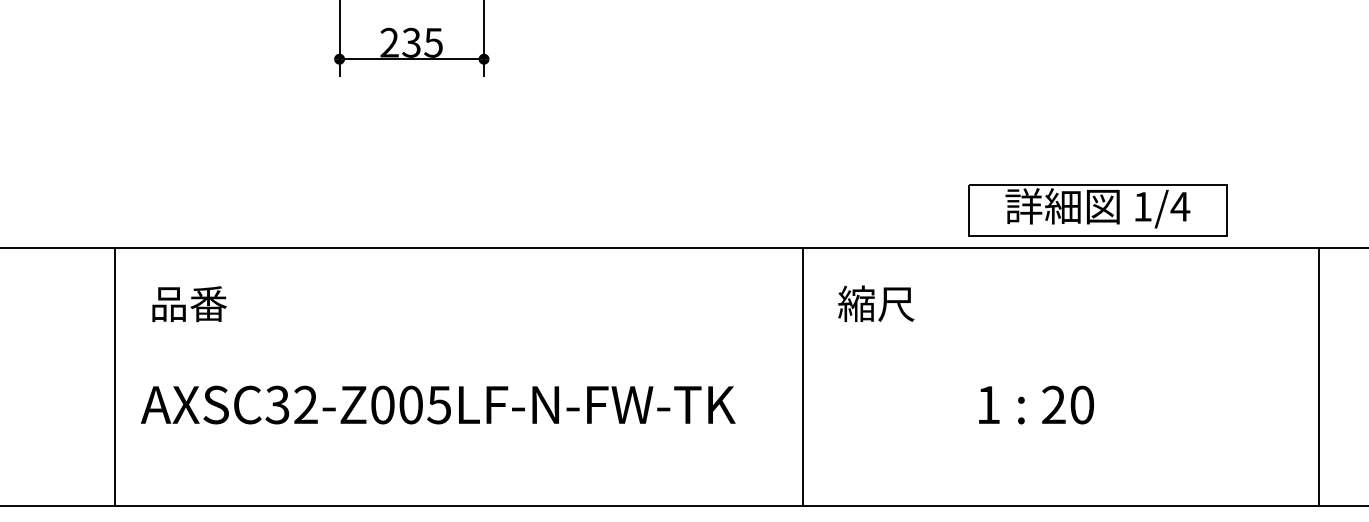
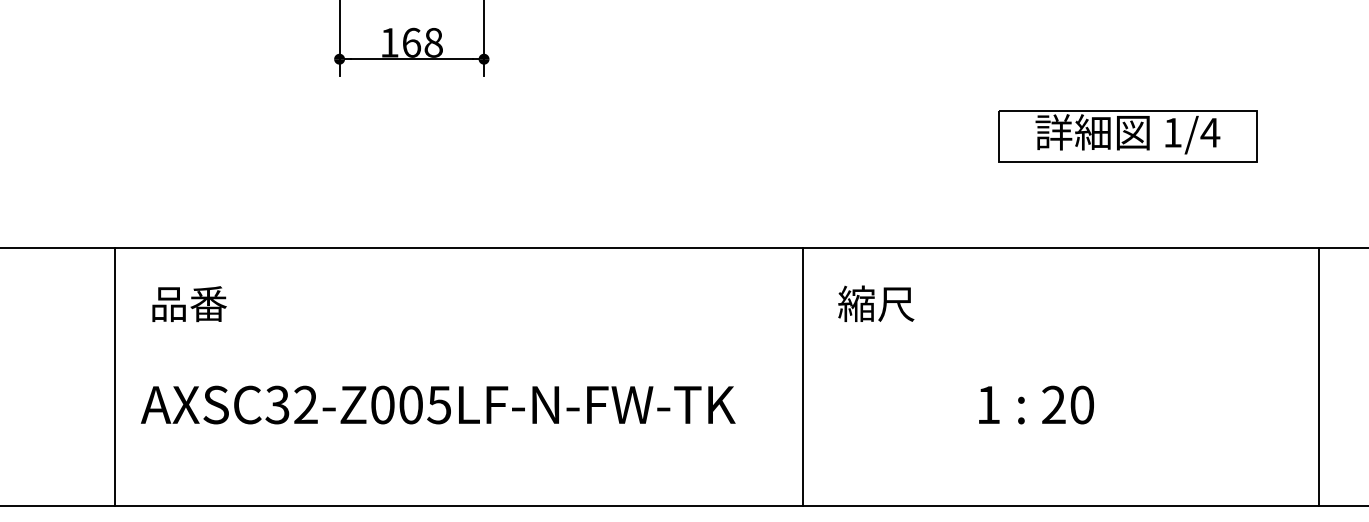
text at (411, 42): 235 -> 168
part at (1097, 210) position: (1097, 210) -> (1127, 136)
